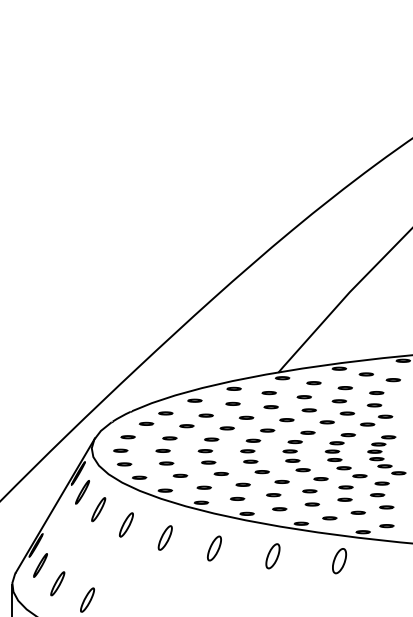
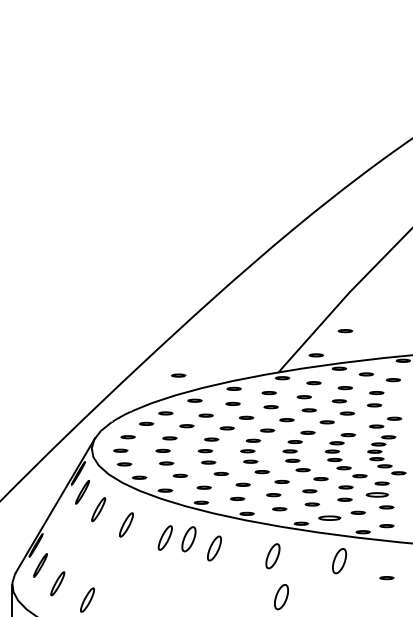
part at (344, 331): none -> present
part at (315, 355): none -> present
part at (178, 375): none -> present
part at (376, 420) position: (376, 420) -> (385, 422)
part at (377, 495) size: 16x5 px -> 24x6 px
part at (329, 518) size: 16x5 px -> 24x6 px
part at (188, 539): none -> present
part at (386, 578): none -> present
part at (281, 597): none -> present
